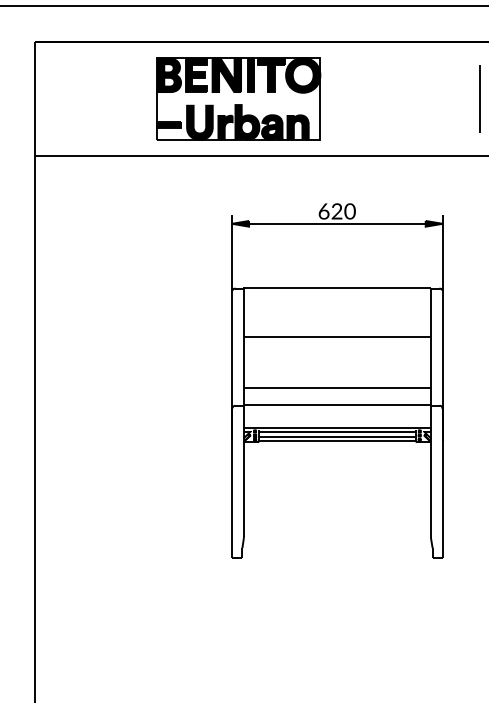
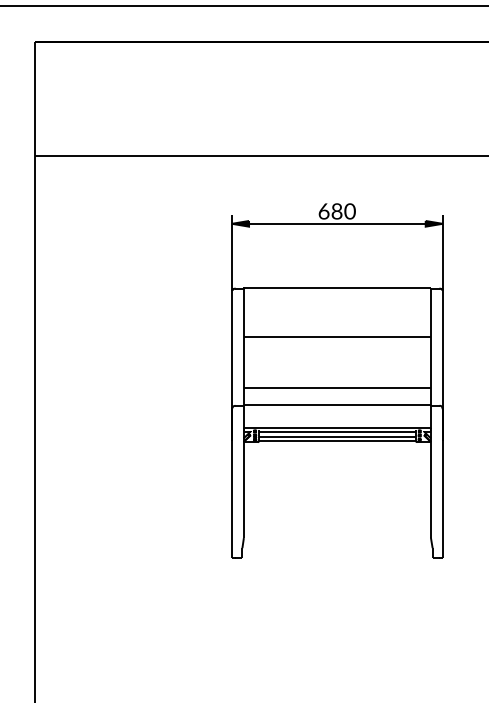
part at (238, 98): present -> none
line at (479, 98): present -> none
text at (336, 211): 620 -> 680
